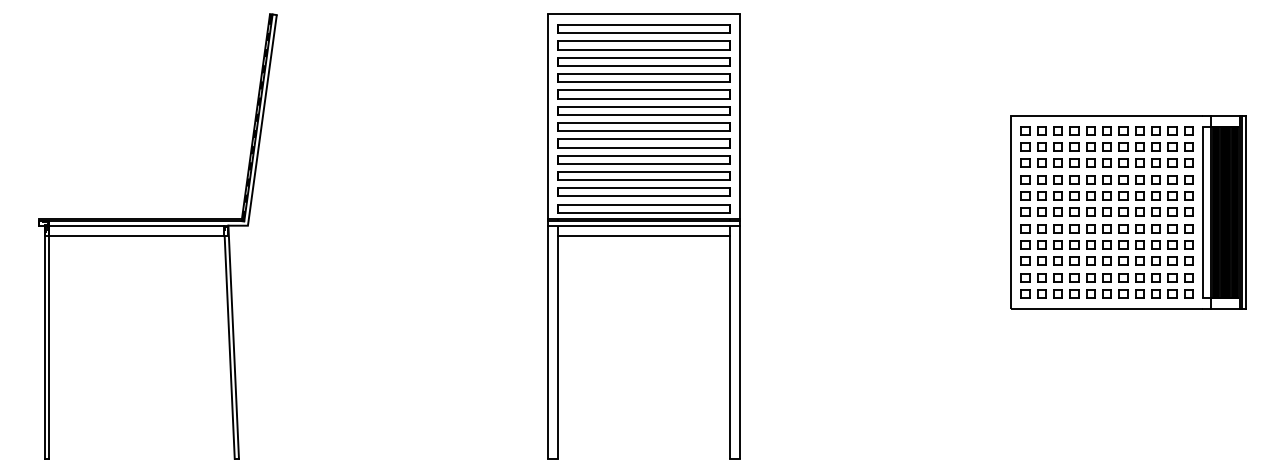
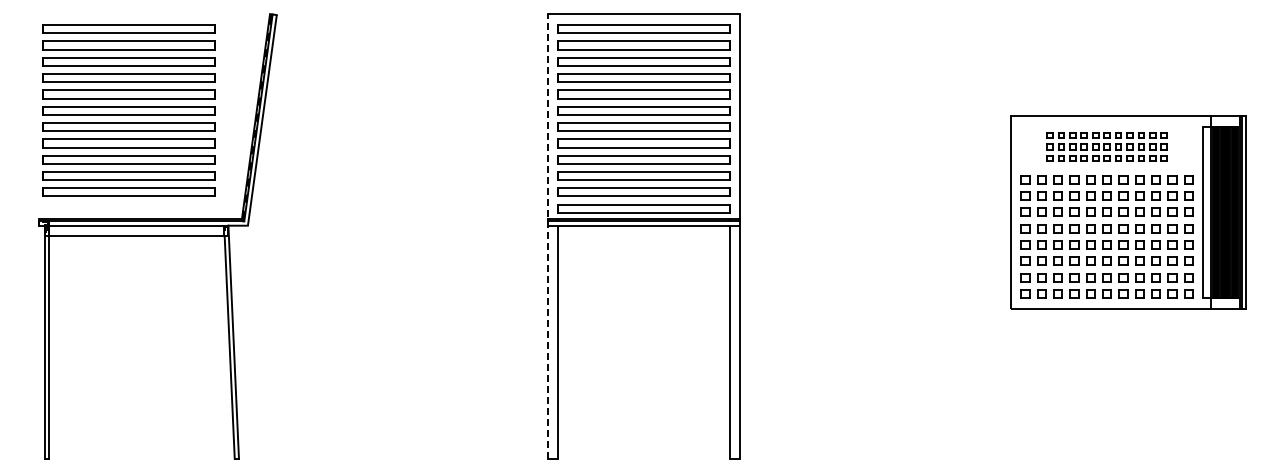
part at (128, 110): none -> present
part at (1106, 146) size: 174x42 px -> 122x30 px
line at (547, 236): solid -> dashed
line at (643, 236): present -> none
